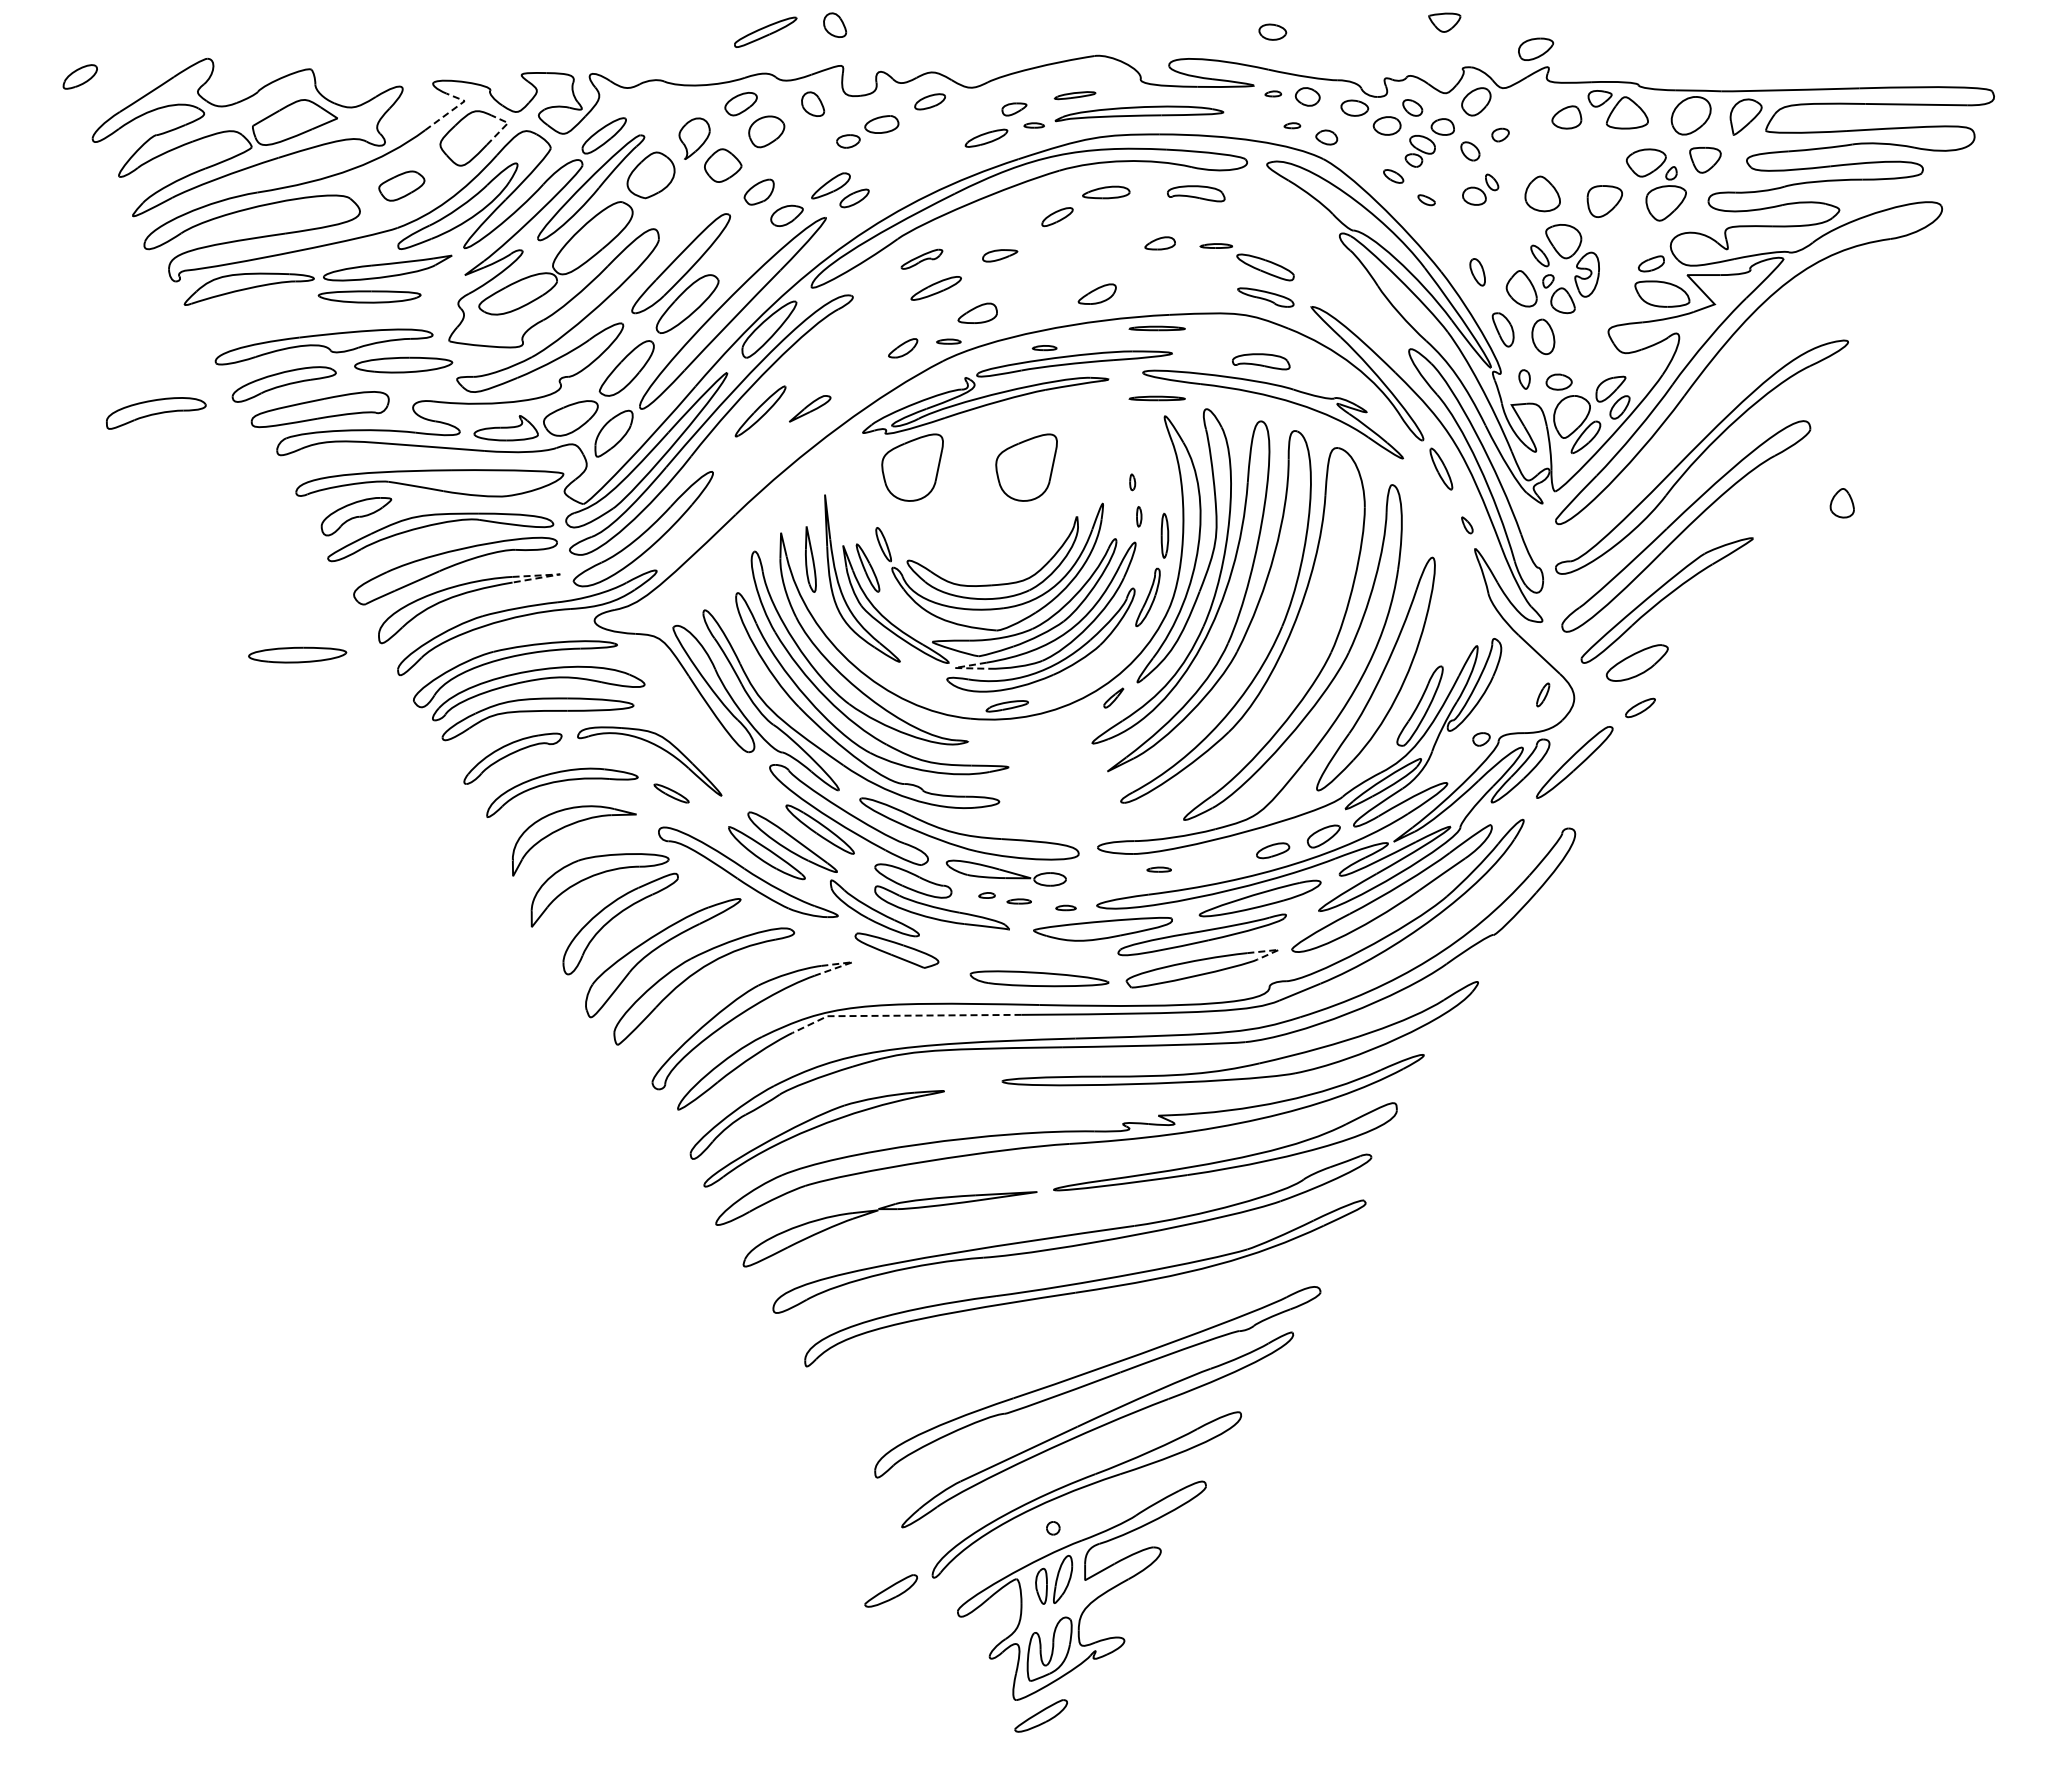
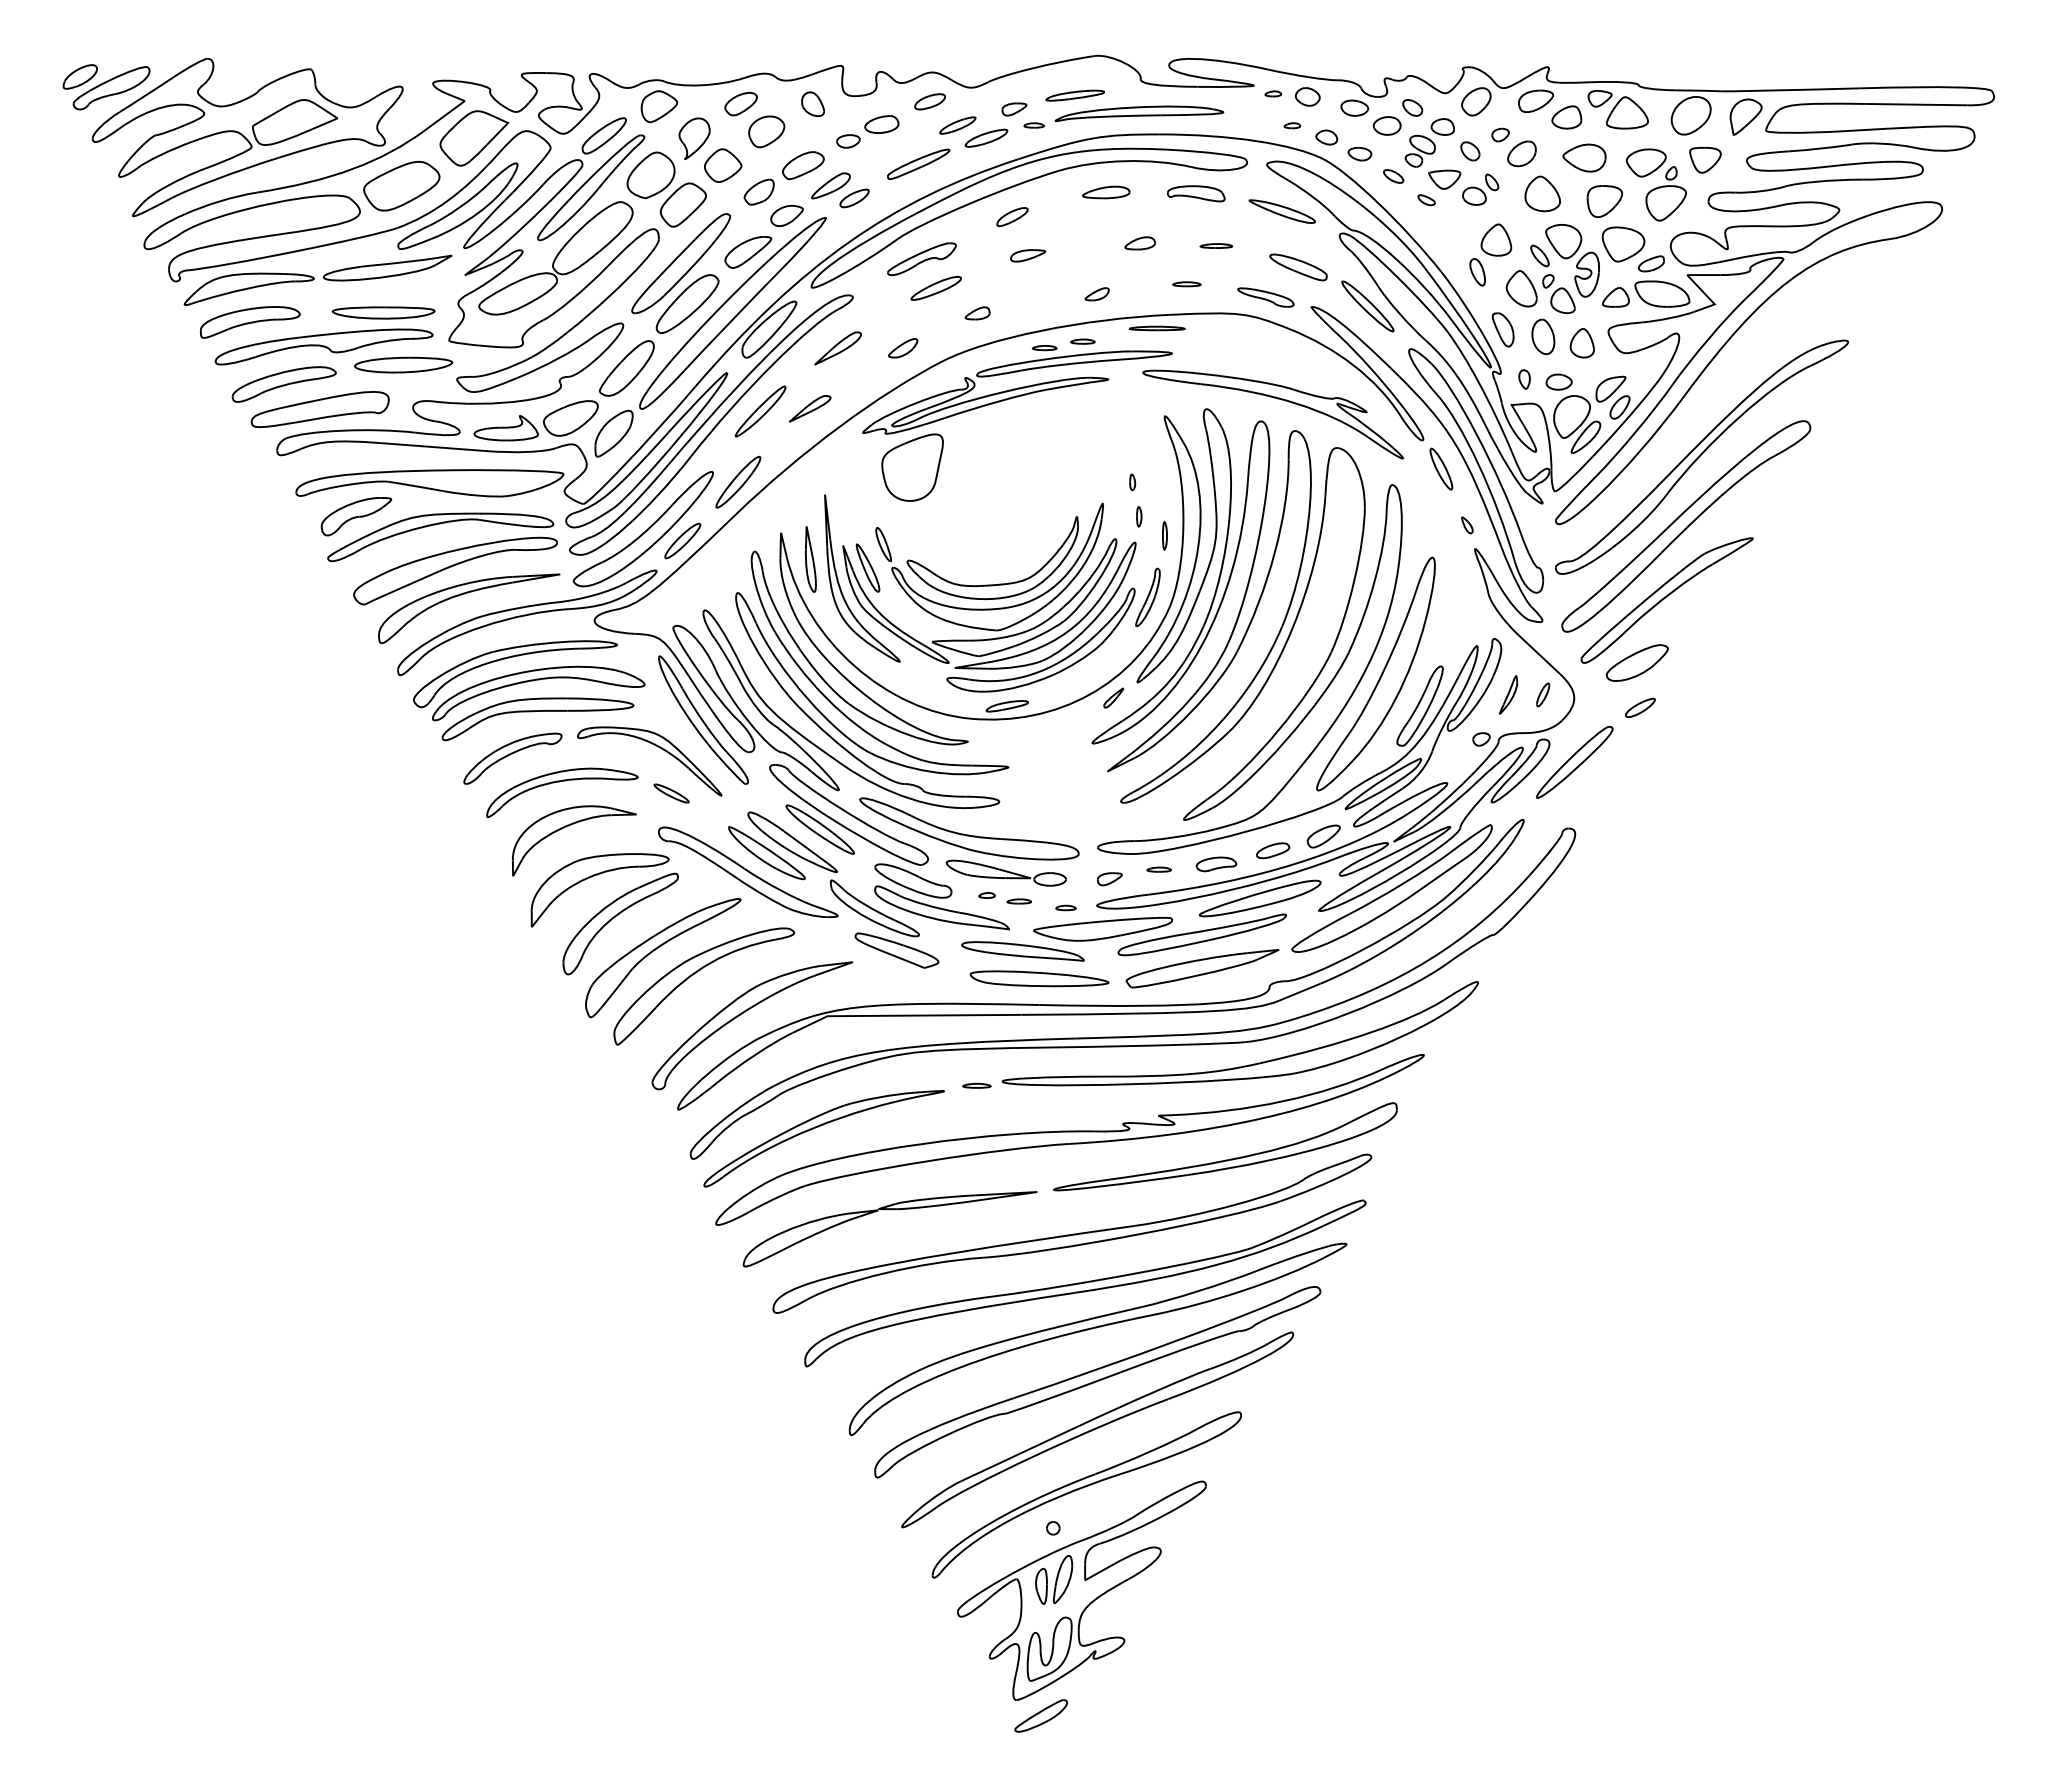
part at (1444, 22) position: (1444, 22) -> (1444, 179)
part at (835, 24): present -> none
part at (765, 31) position: (765, 31) -> (918, 163)
part at (1272, 31): present -> none
part at (1536, 48) position: (1536, 48) -> (1536, 100)
part at (111, 88): none -> present
part at (1074, 95) size: 44x10 px -> 60x13 px
part at (659, 106): none -> present
line at (453, 109): dashed -> solid
part at (957, 125): none -> present
line at (504, 126): dashed -> solid
part at (1521, 153): none -> present
part at (1359, 154): none -> present
part at (1584, 157): none -> present
part at (803, 165): none -> present
part at (401, 185) size: 48x32 px -> 78x52 px
part at (682, 204): none -> present
part at (1281, 211): none -> present
part at (1057, 217) position: (1057, 217) -> (1012, 217)
part at (1496, 239): none -> present
part at (1159, 243) position: (1159, 243) -> (1139, 243)
part at (1623, 244): none -> present
part at (748, 252): none -> present
part at (1000, 255) position: (1000, 255) -> (1028, 255)
part at (921, 258) size: 44x22 px -> 70x35 px
part at (1265, 267) position: (1265, 267) -> (1298, 267)
part at (1186, 284): none -> present
part at (1096, 293) size: 40x22 px -> 26x15 px
part at (369, 296) position: (369, 296) -> (383, 312)
part at (1615, 297): none -> present
part at (1367, 306): none -> present
part at (977, 312) size: 41x22 px -> 27x15 px
part at (948, 341) position: (948, 341) -> (1082, 341)
part at (837, 348): none -> present
part at (1261, 361): present -> none
part at (1156, 398): present -> none
part at (156, 413) position: (156, 413) -> (250, 322)
part at (1026, 467): present -> none
part at (738, 481): none -> present
part at (1841, 503) position: (1841, 503) -> (1581, 343)
part at (1164, 535) size: 10x47 px -> 6x30 px
part at (682, 540): none -> present
line at (560, 574): dashed -> solid
part at (297, 654): present -> none
line at (954, 668): dashed -> solid
part at (1508, 694): none -> present
part at (703, 719): none -> present
part at (1216, 864): none -> present
part at (1109, 879): none -> present
line at (1276, 950): dashed -> solid
part at (1022, 951): none -> present
line at (849, 963): dashed -> solid
line at (904, 1015): dashed -> solid
part at (976, 1085): none -> present
part at (1096, 1328): none -> present
part at (890, 1590): present -> none
